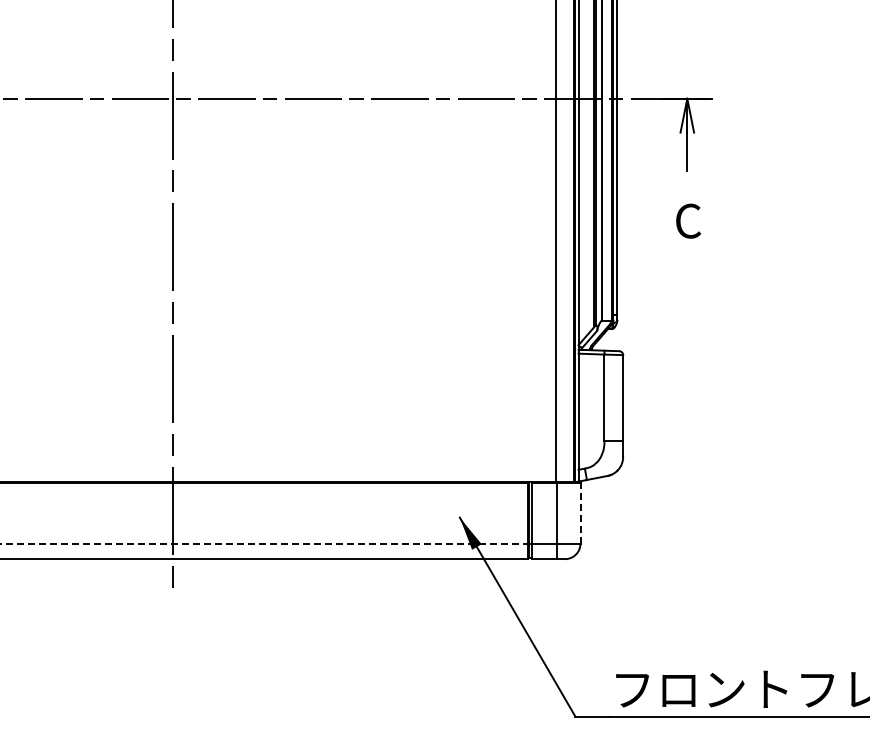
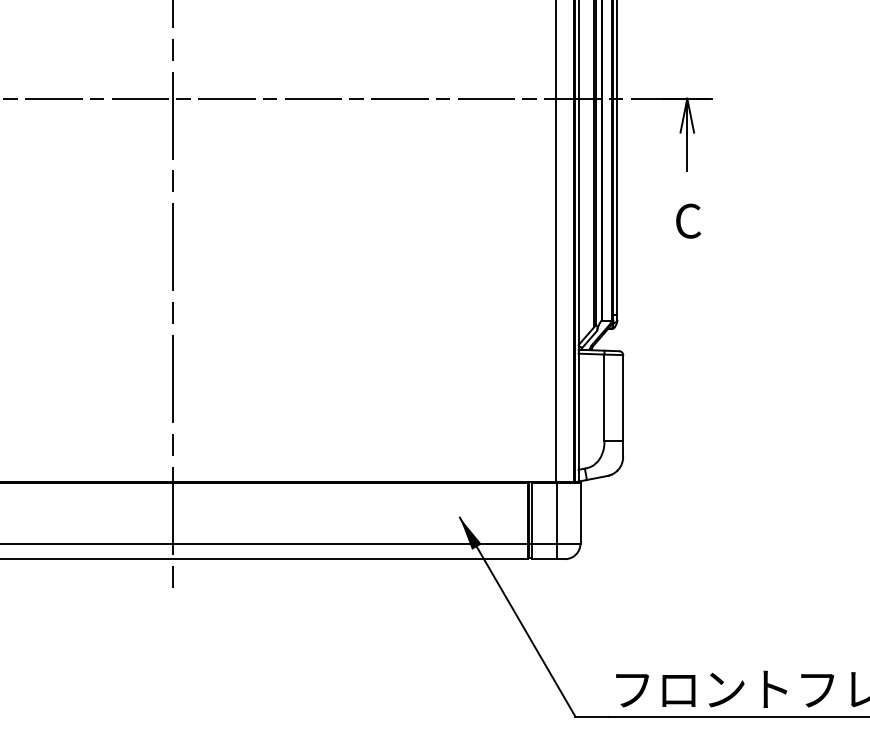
line at (580, 513): dashed -> solid
line at (264, 543): dashed -> solid
